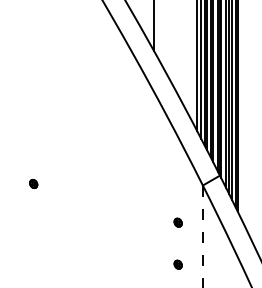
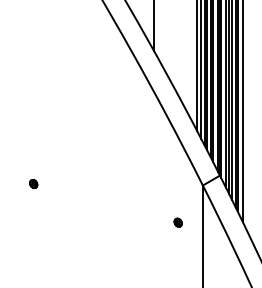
line at (242, 111): none -> present
line at (202, 236): dashed -> solid
part at (177, 264): present -> none
